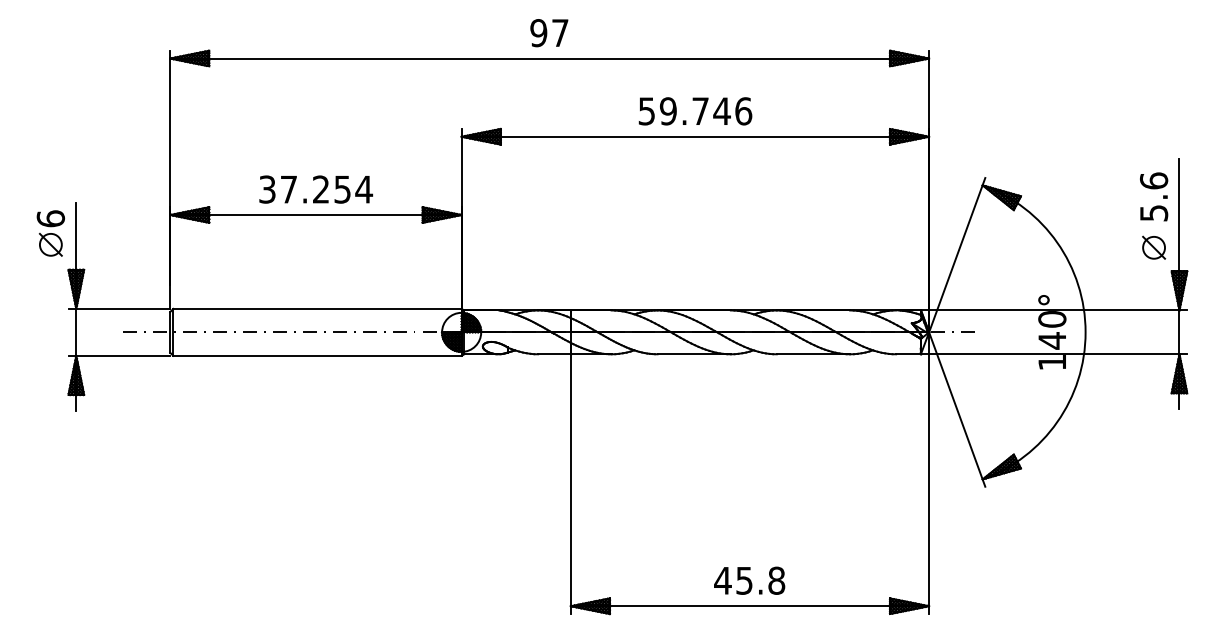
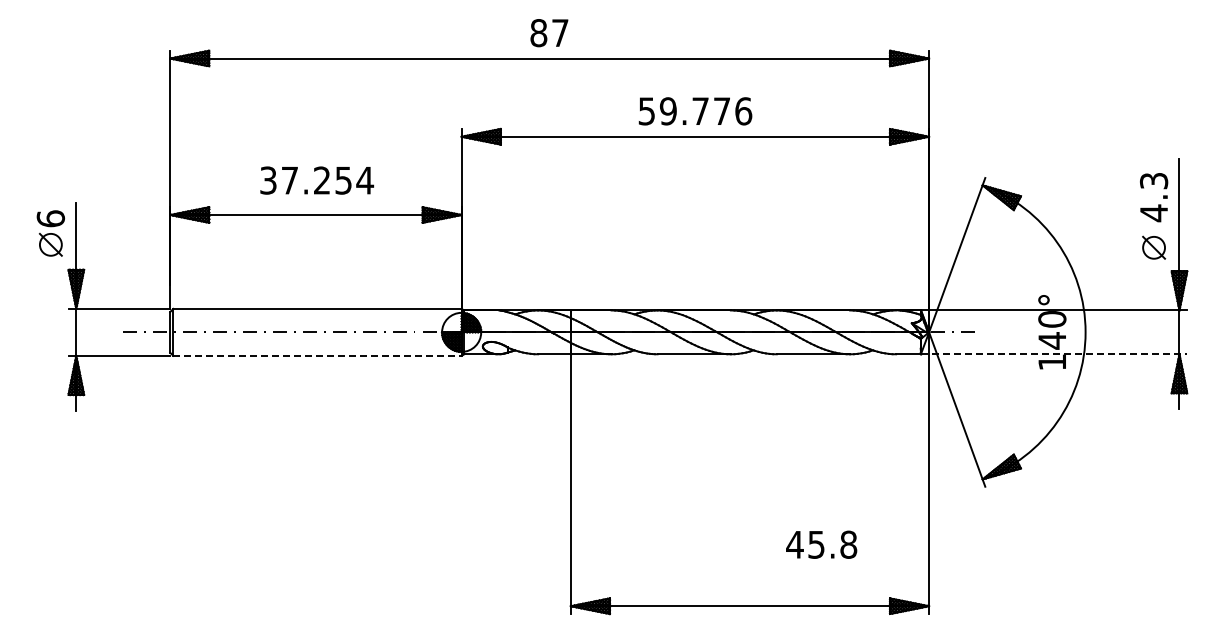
text at (538, 33): 97 -> 87
text at (721, 110): 59.746 -> 59.776
text at (315, 189) position: (315, 189) -> (316, 180)
text at (1153, 197): 5.6 -> 4.3
line at (1054, 354): solid -> dashed
line at (318, 355): solid -> dashed
text at (749, 580) position: (749, 580) -> (821, 544)
